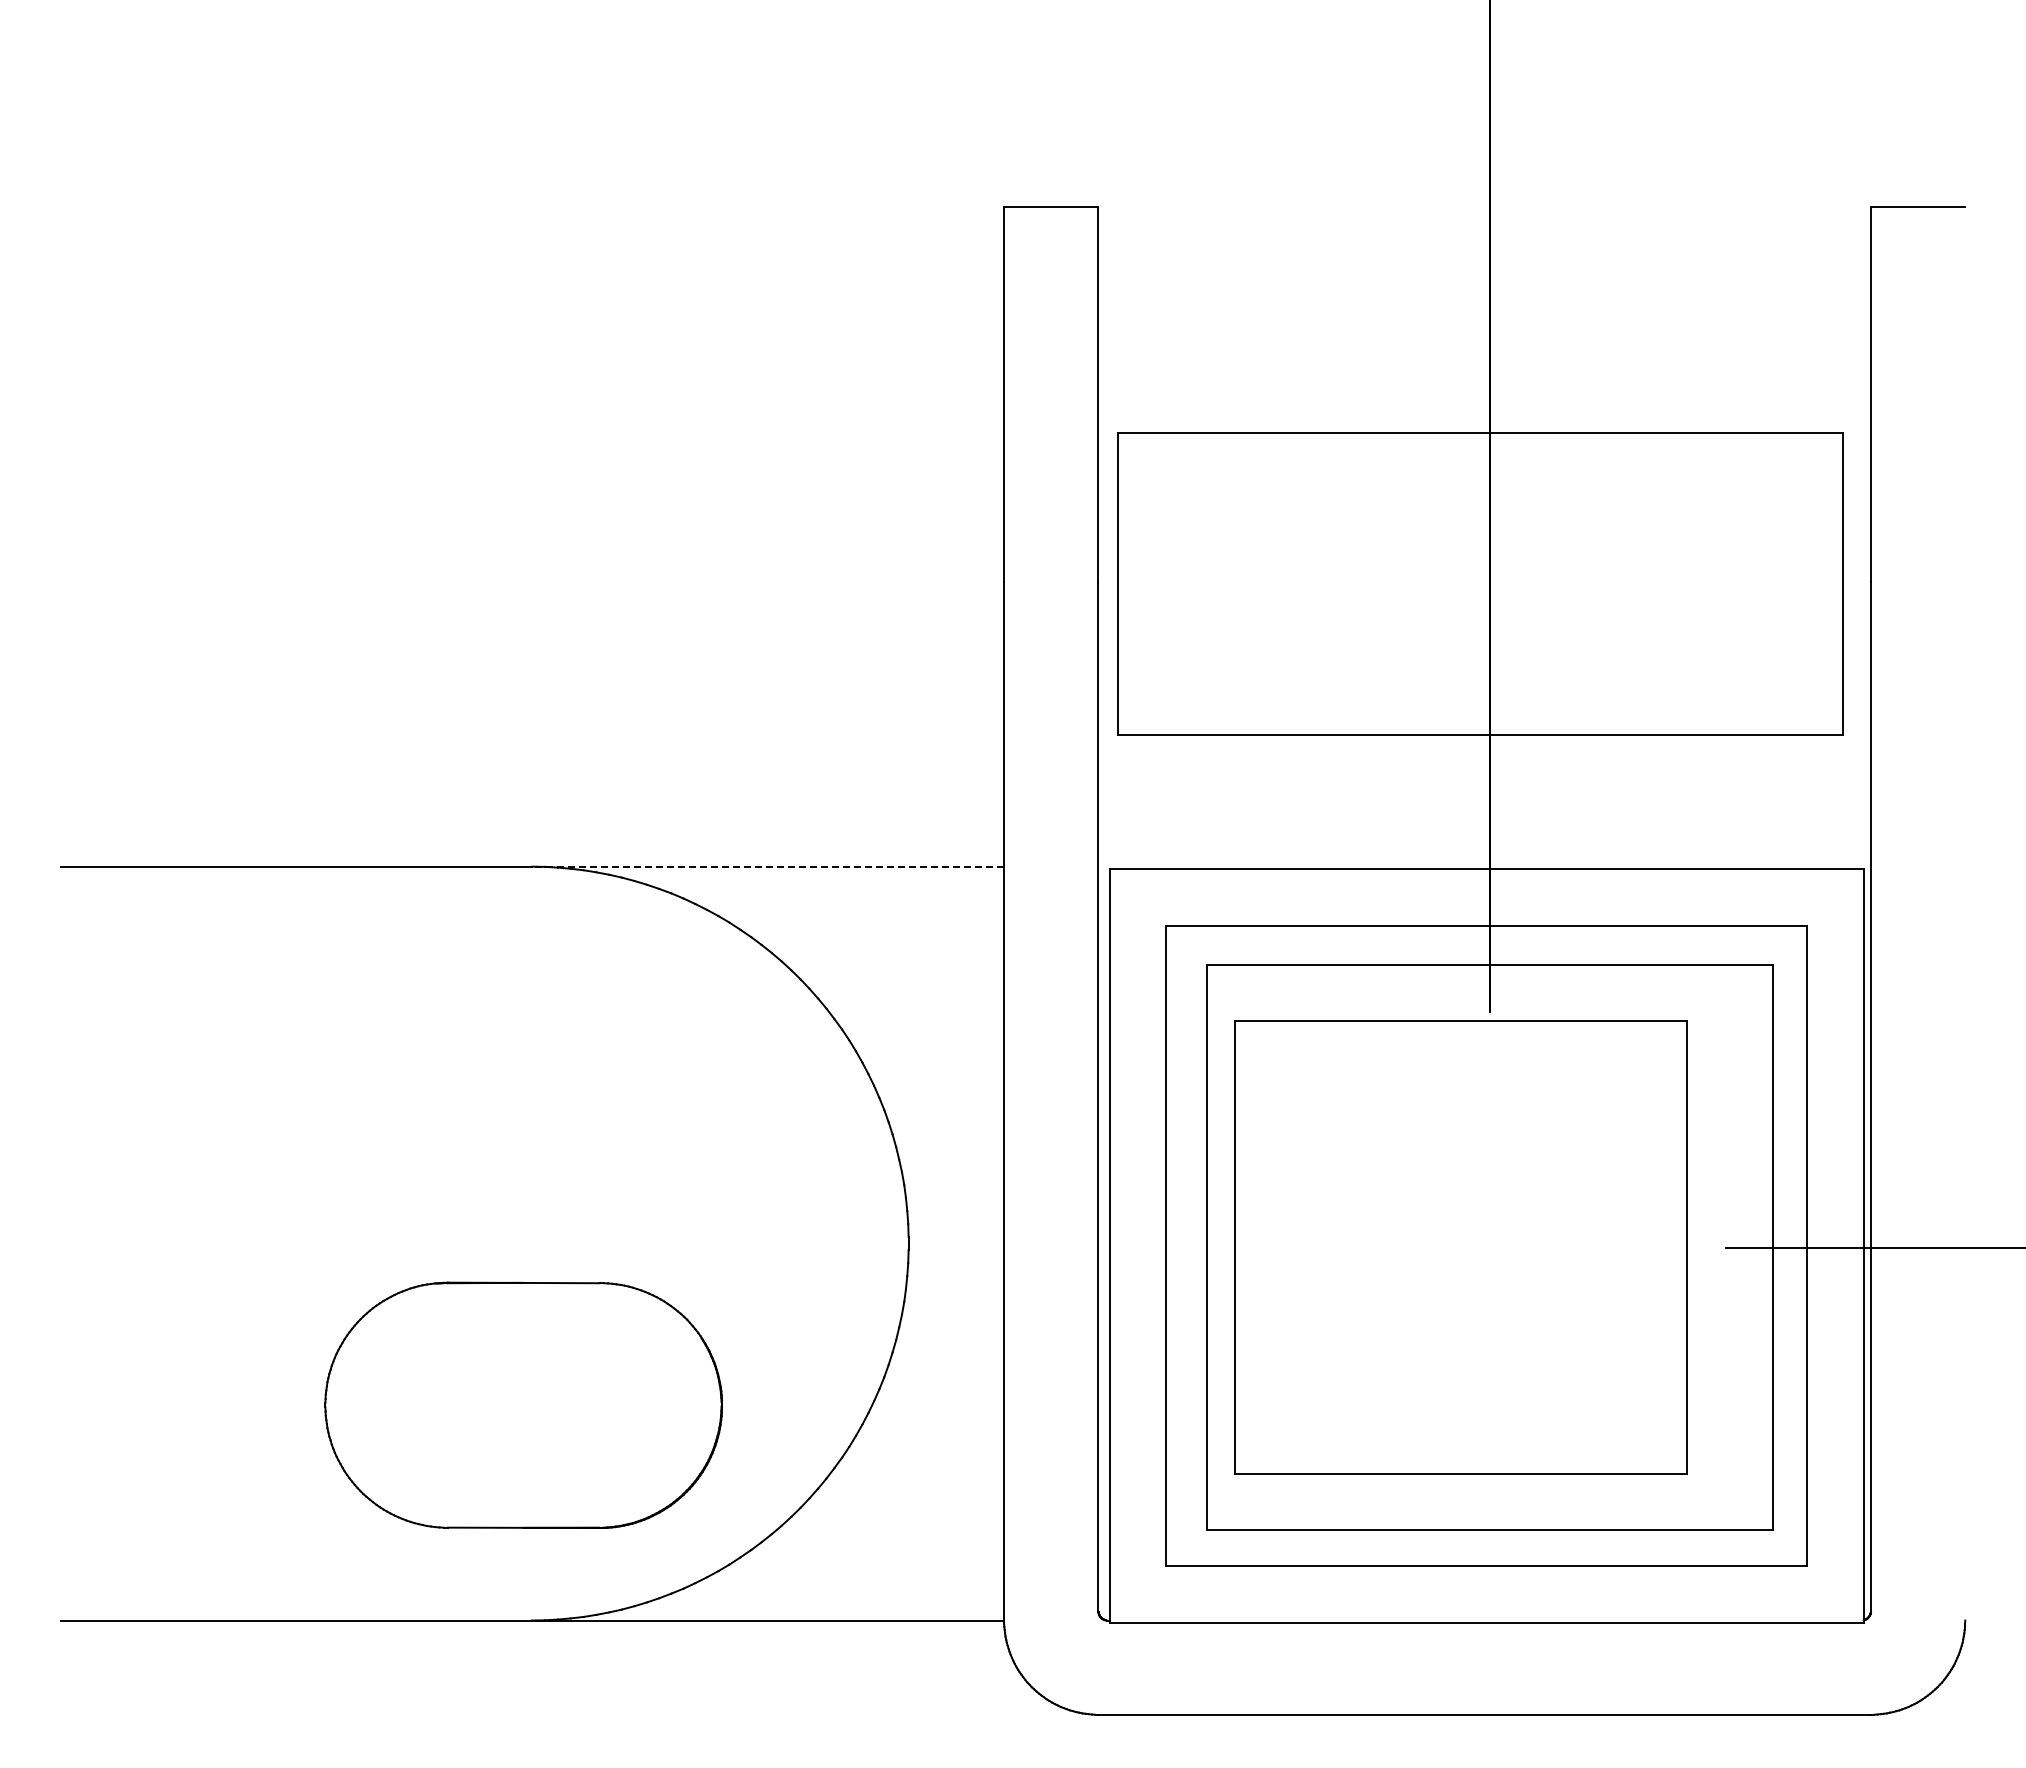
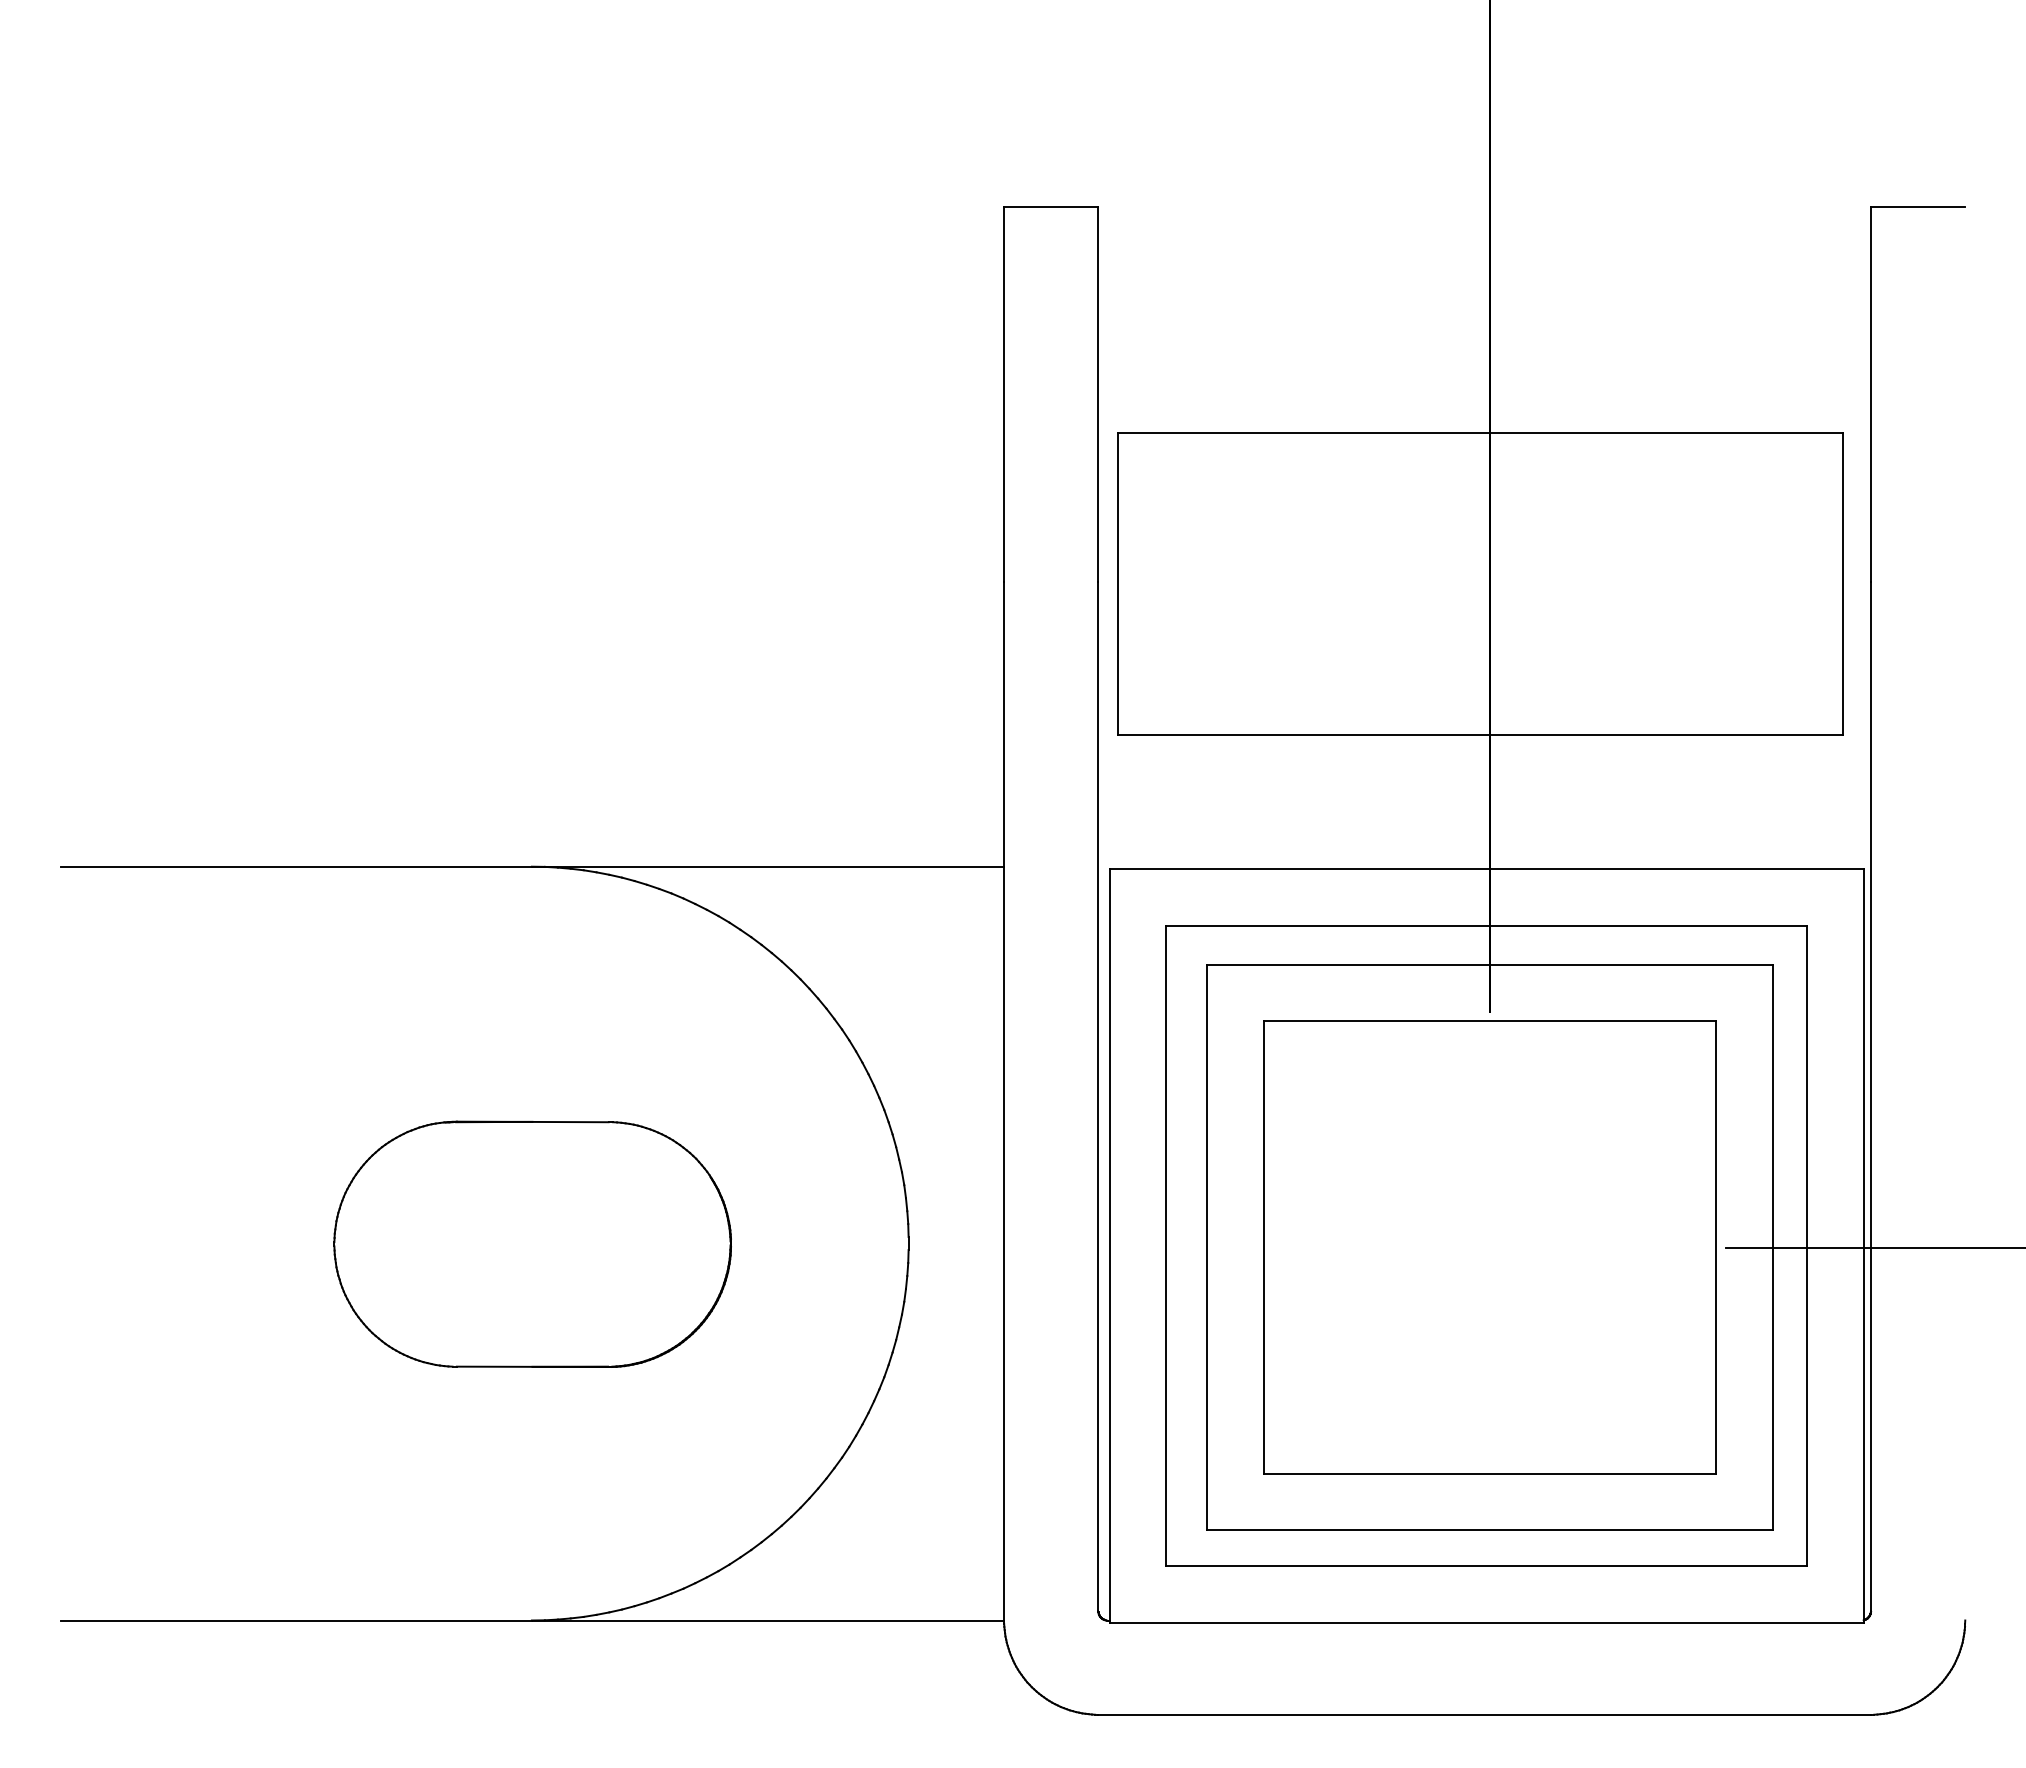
line at (768, 866): dashed -> solid
part at (1460, 1247) position: (1460, 1247) -> (1489, 1247)
part at (523, 1404) position: (523, 1404) -> (532, 1243)
